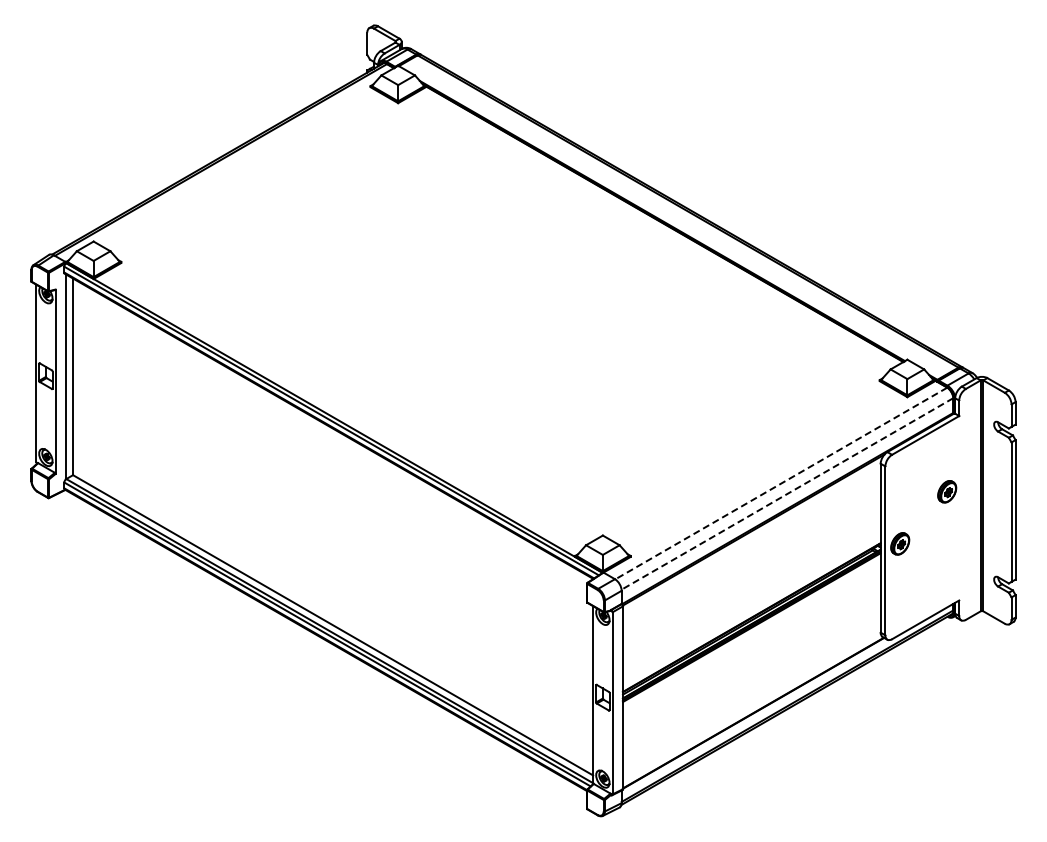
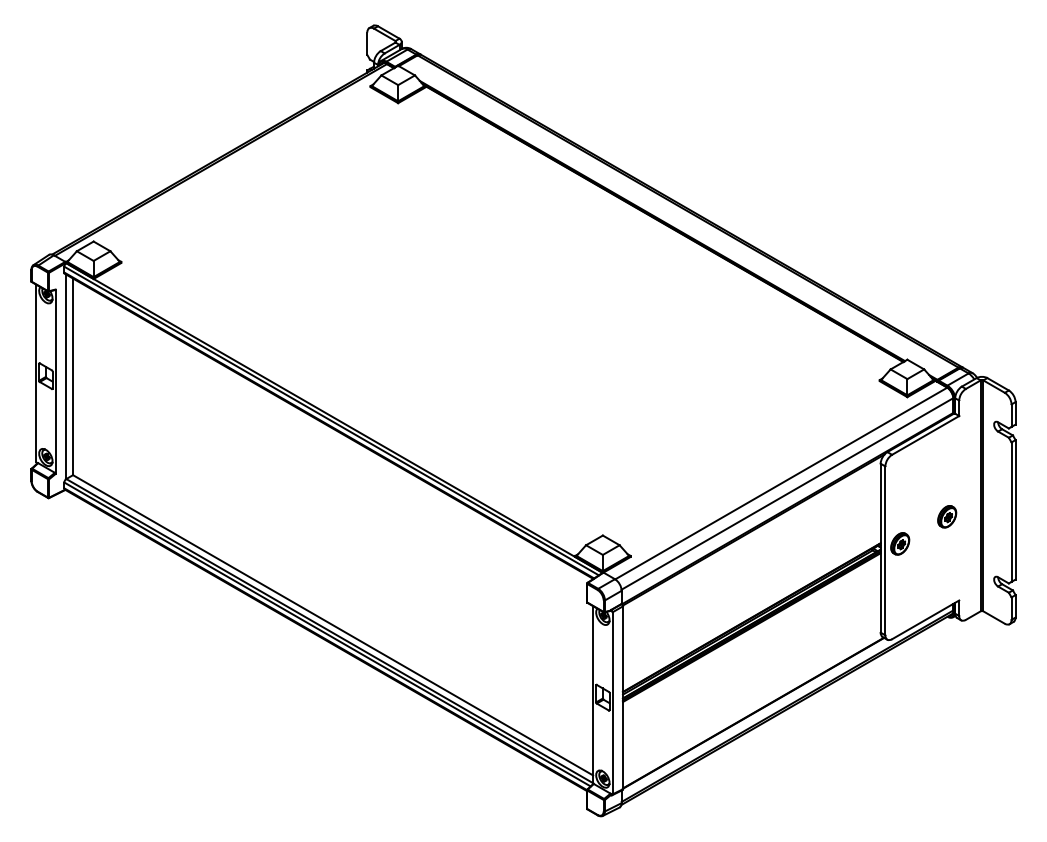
line at (781, 483): dashed -> solid
part at (947, 491) position: (947, 491) -> (947, 516)
line at (787, 493): dashed -> solid
